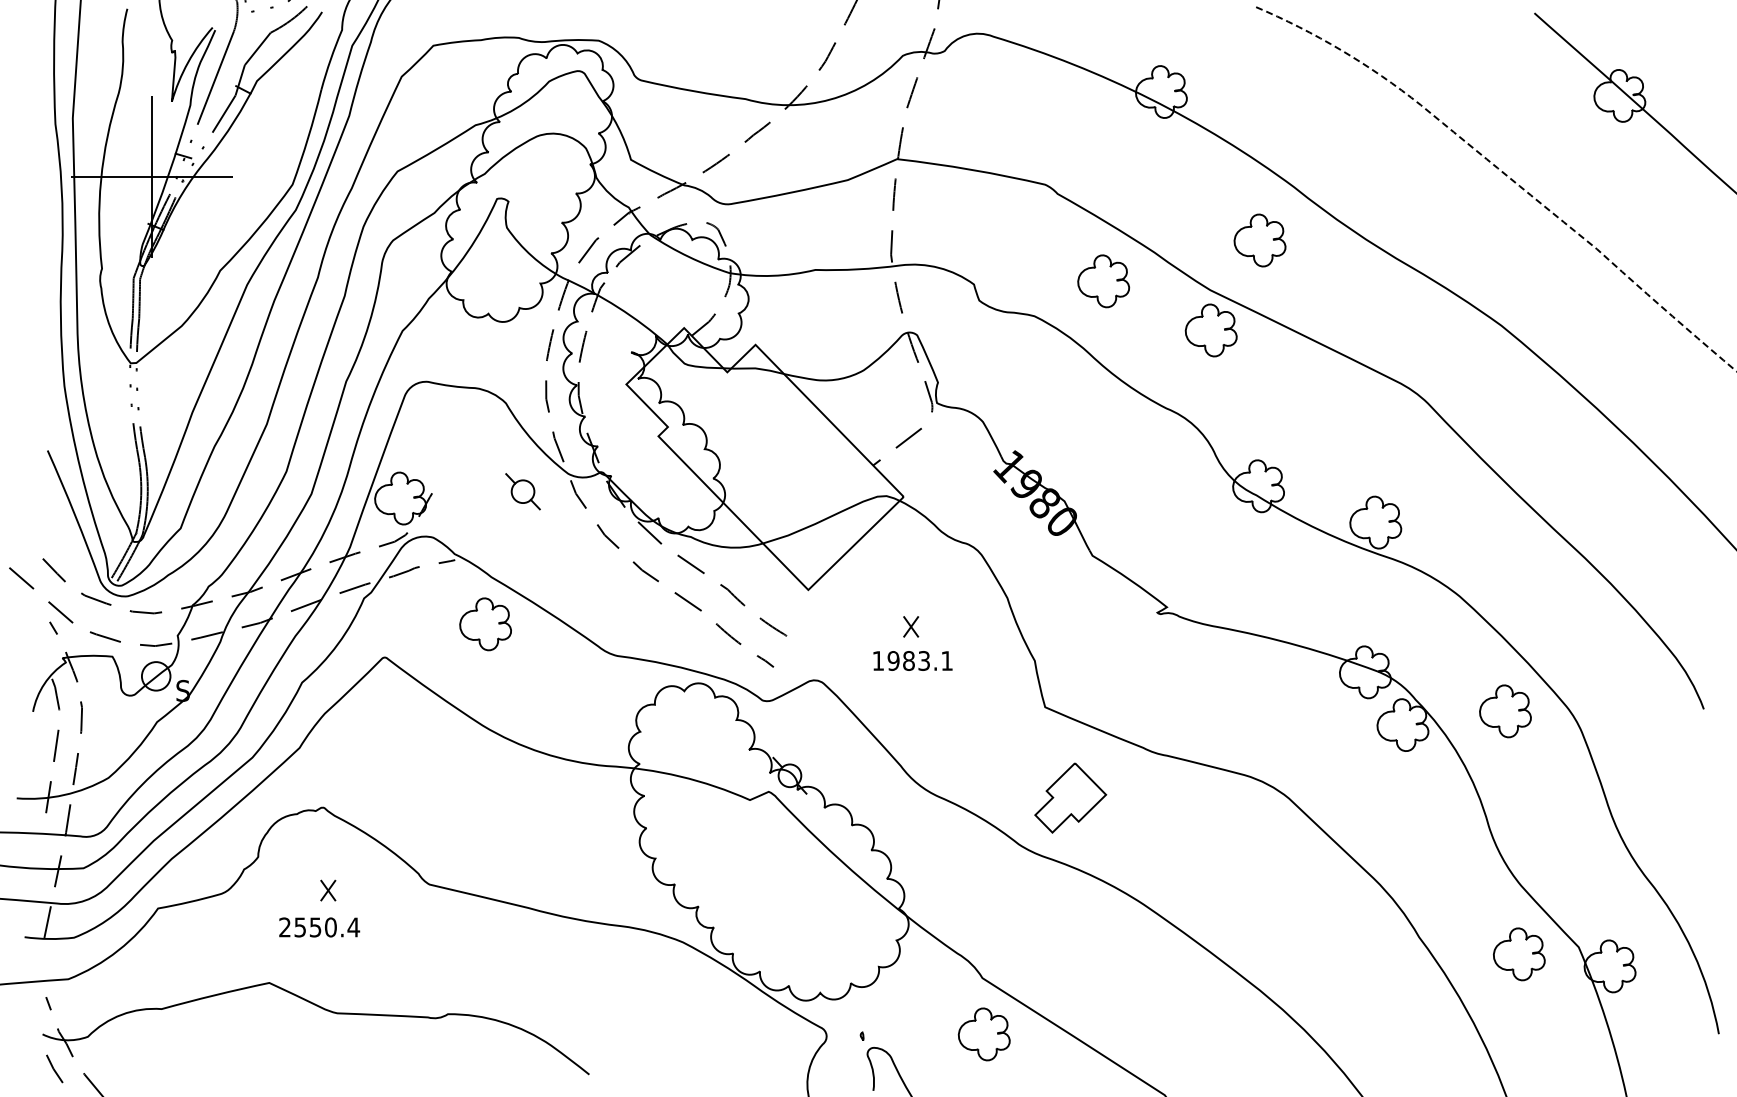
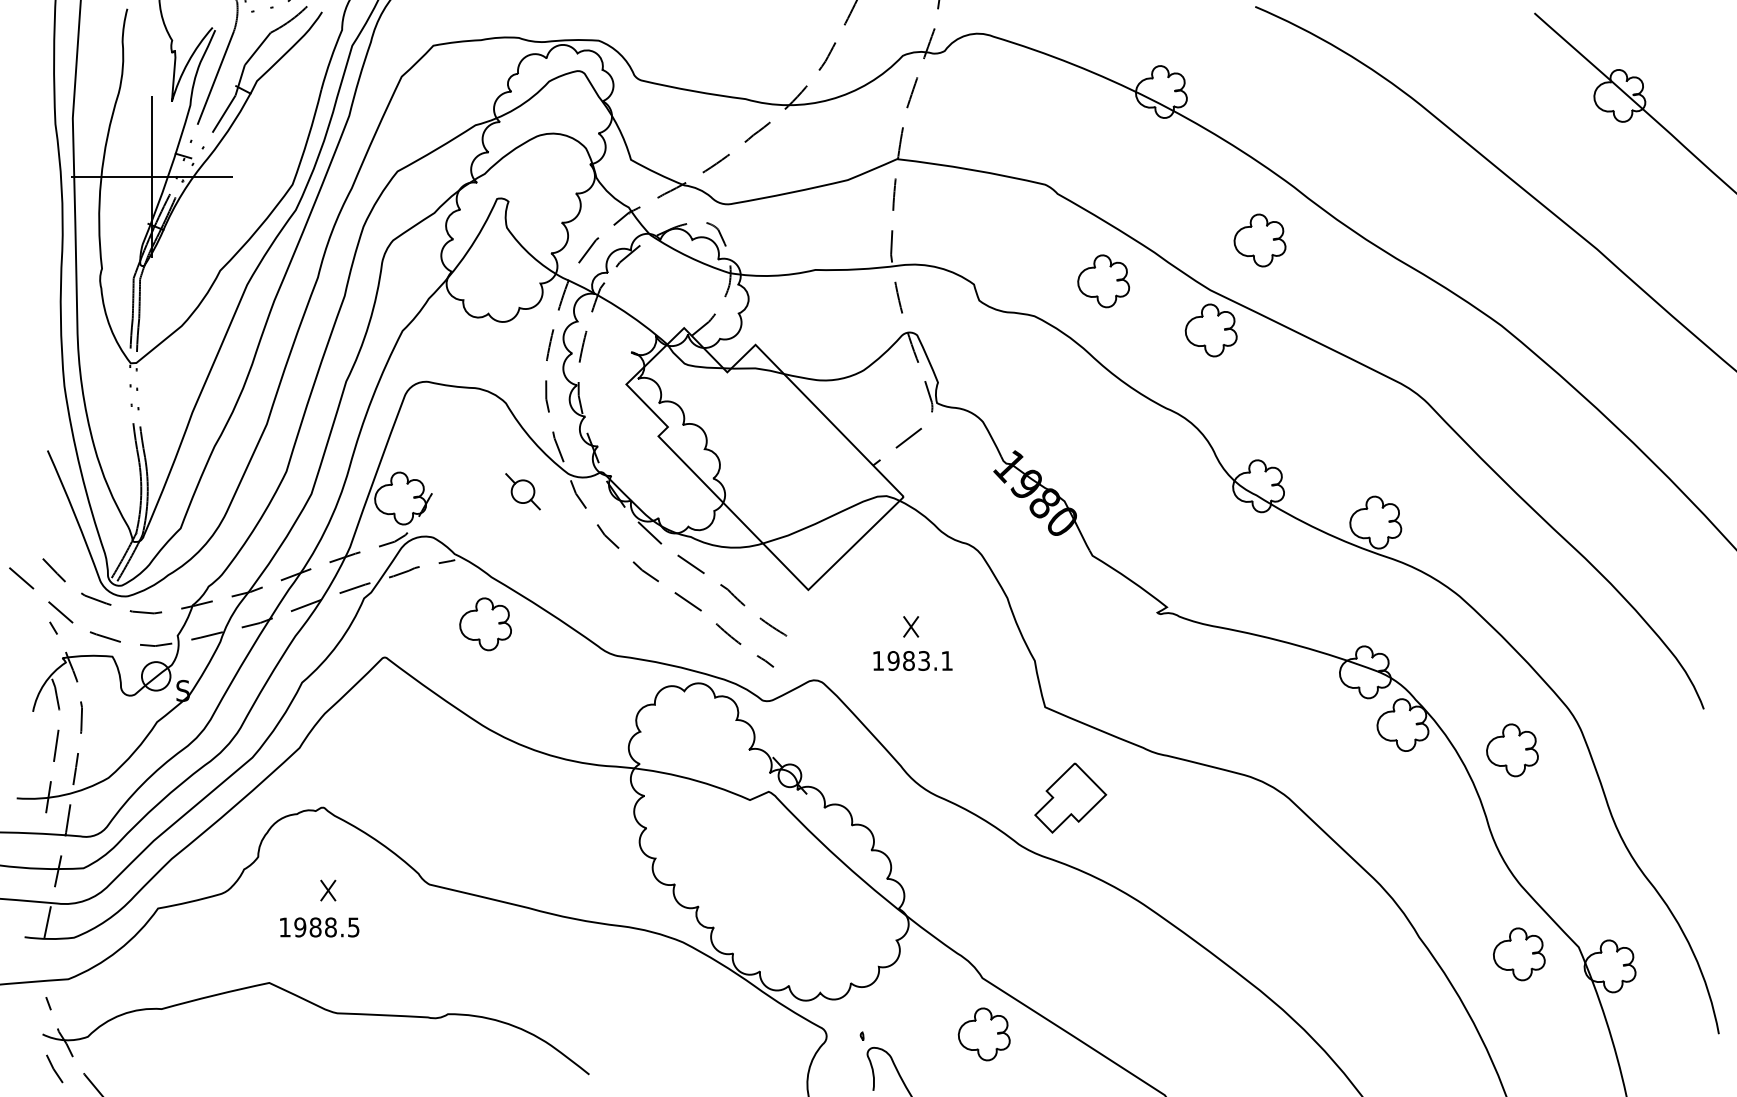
line at (1501, 171): dashed -> solid
part at (1505, 711) position: (1505, 711) -> (1512, 750)
text at (319, 927): 2550.4 -> 1988.5
